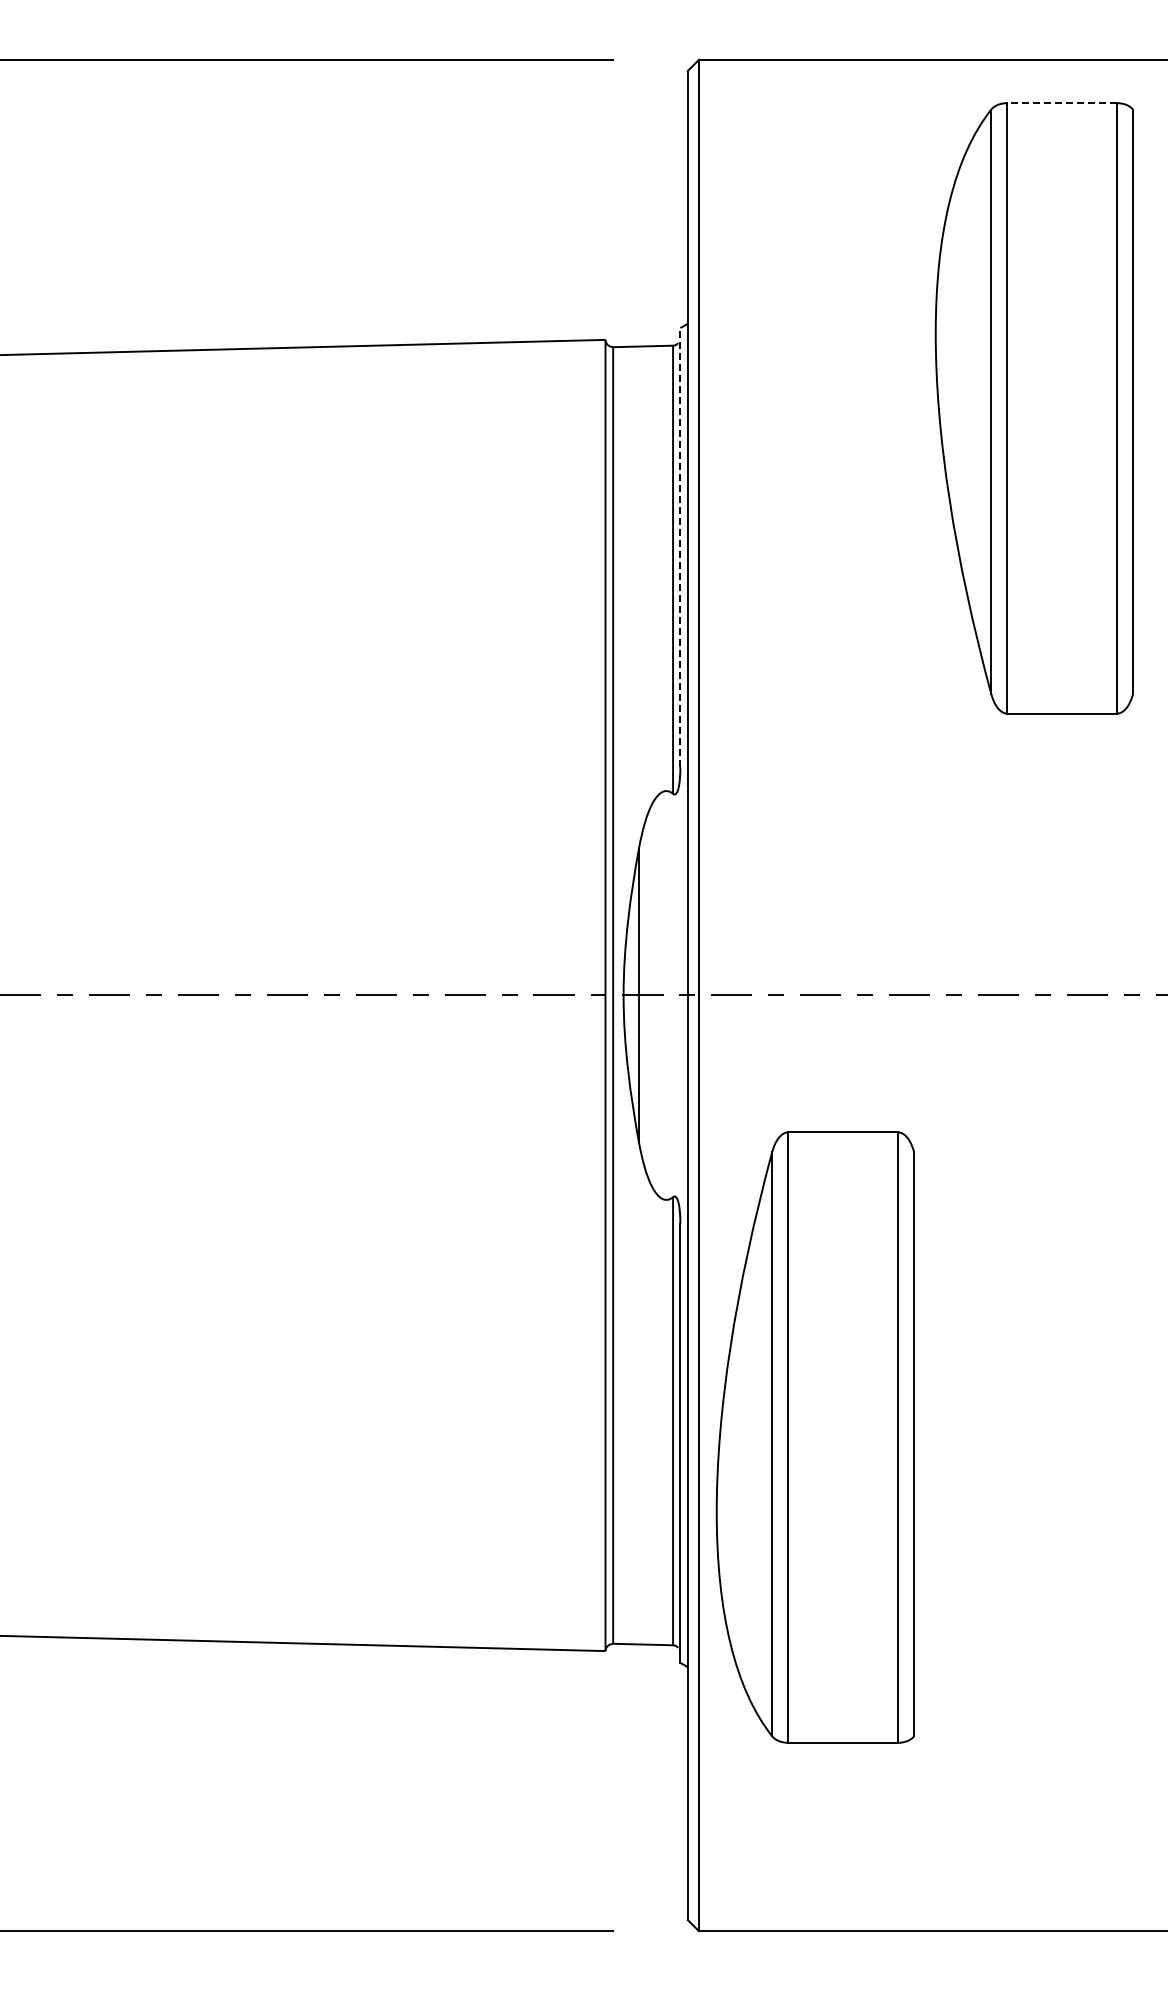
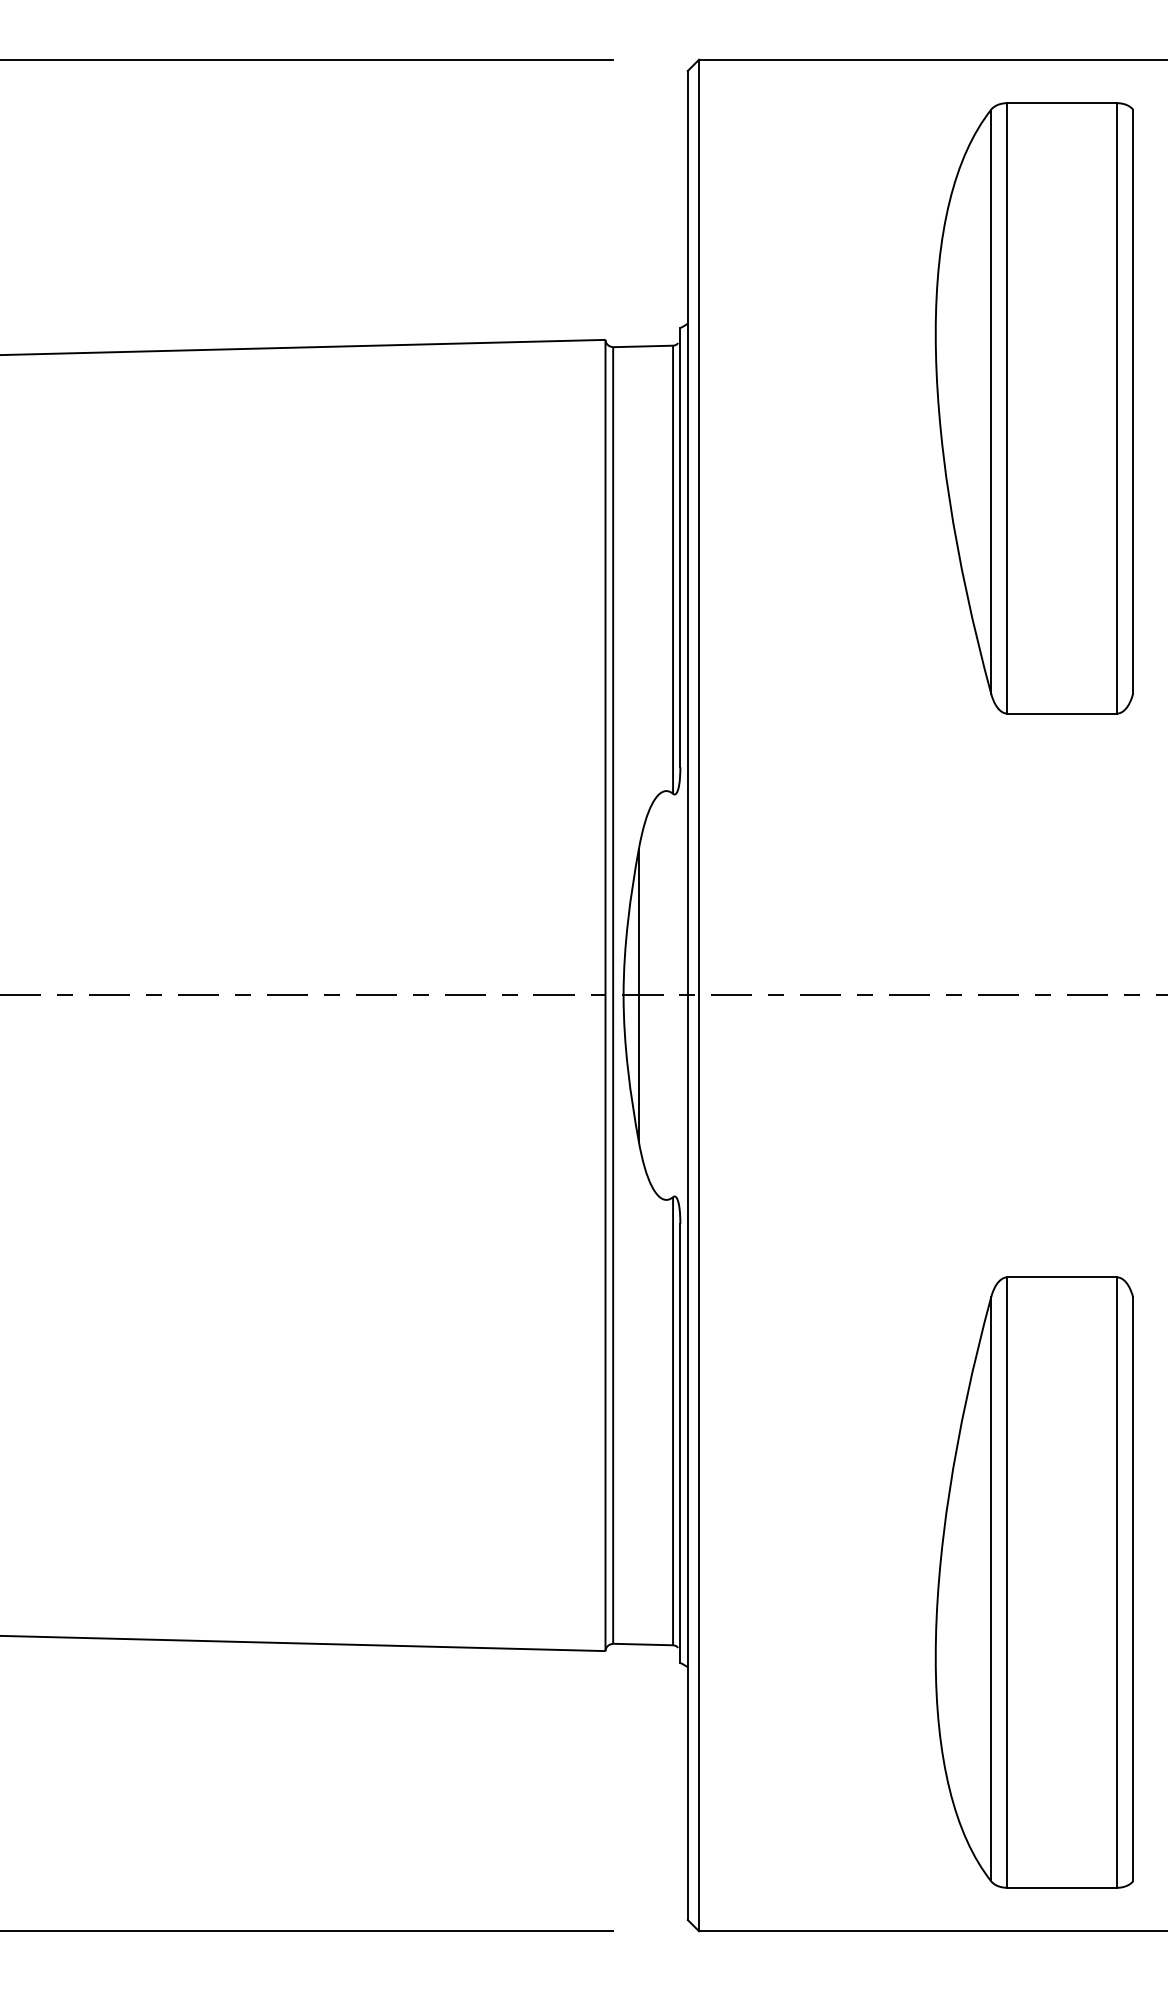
line at (1062, 103): dashed -> solid
line at (680, 547): dashed -> solid
part at (814, 1437) position: (814, 1437) -> (1033, 1582)
